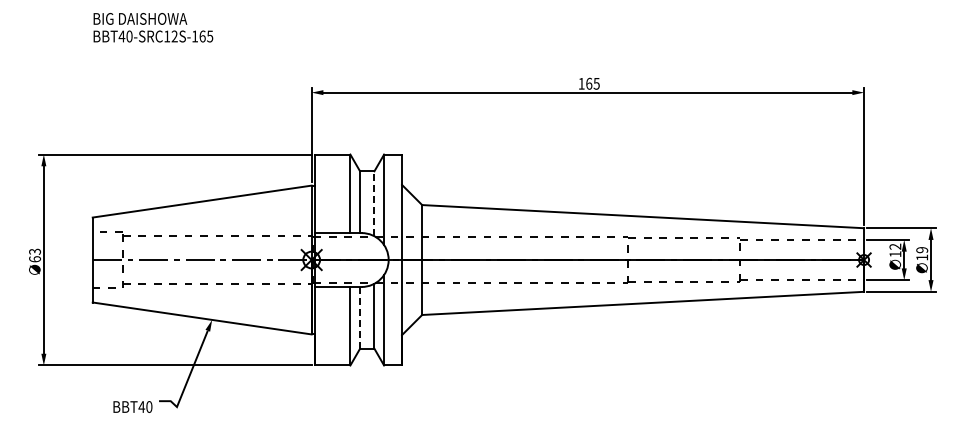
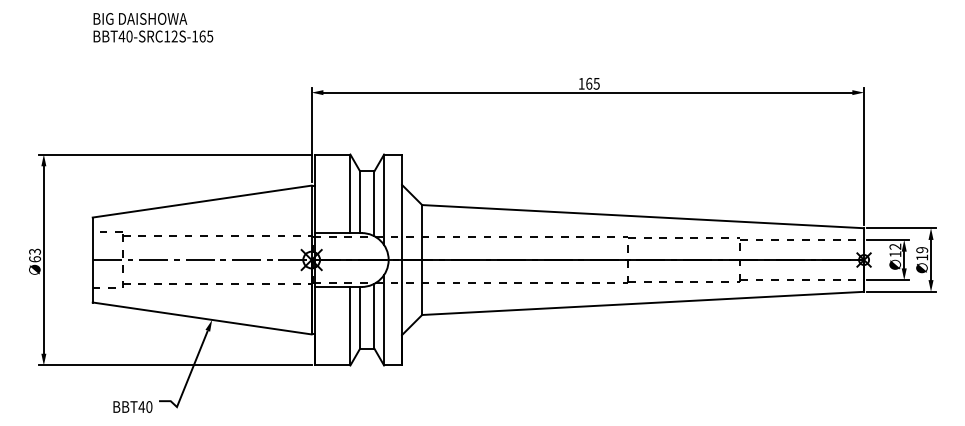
line at (374, 203): dashed -> solid
line at (360, 317): dashed -> solid
